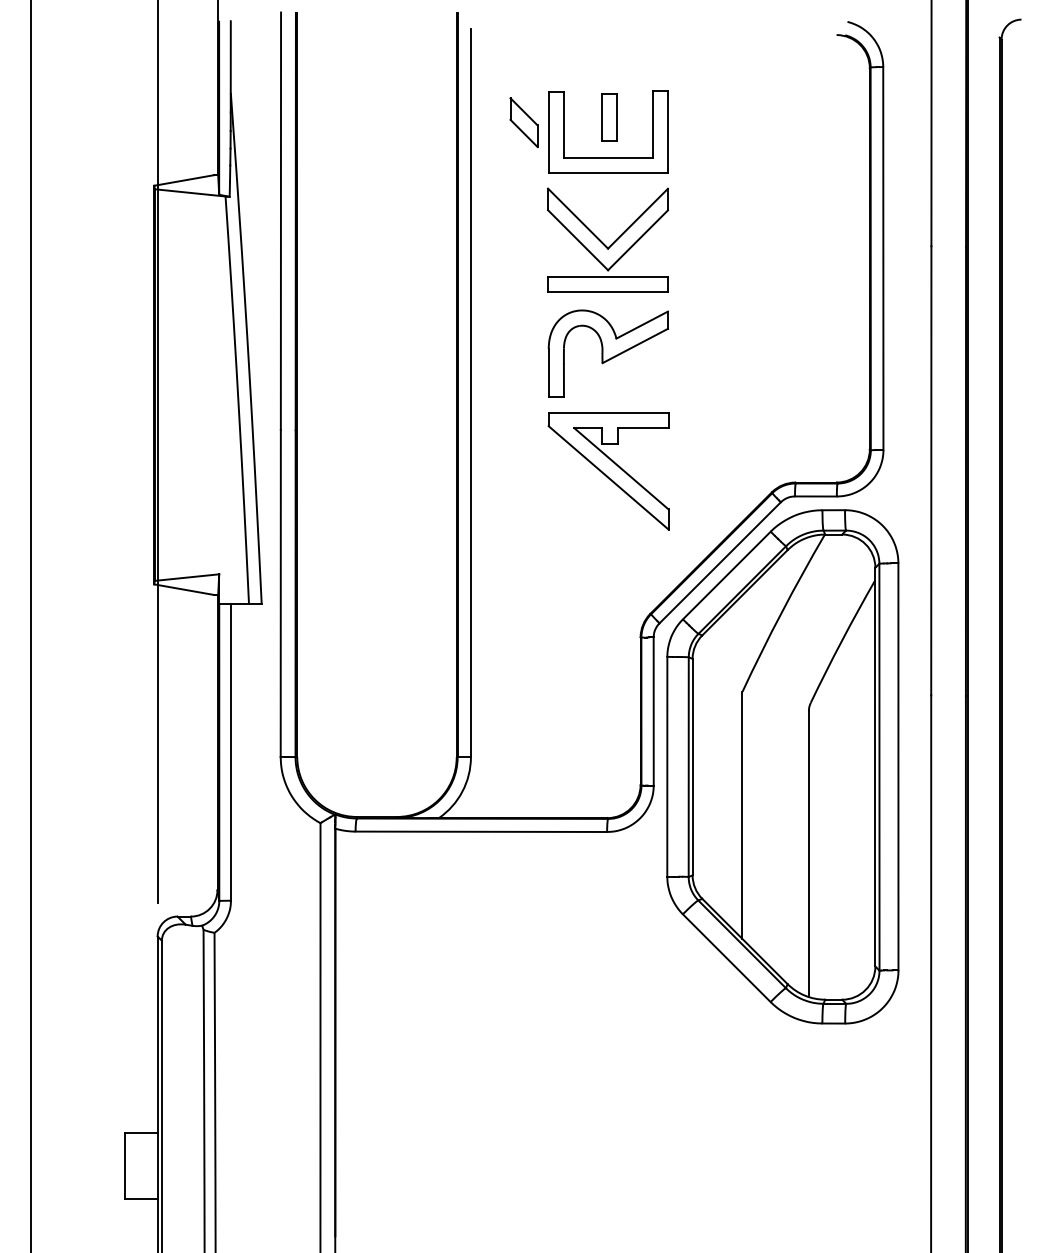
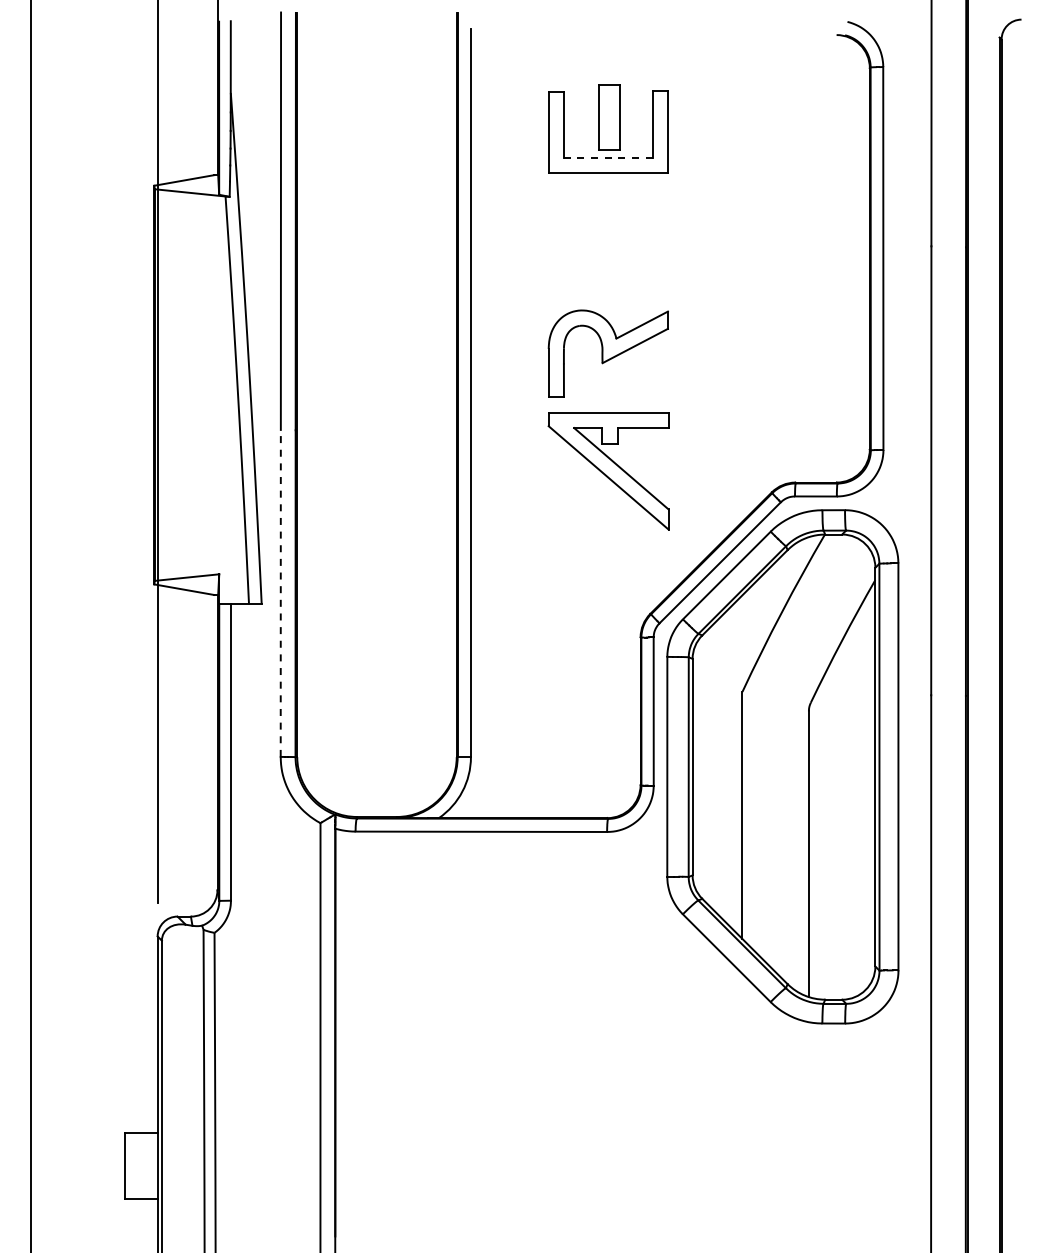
part at (609, 117) size: 17x49 px -> 23x67 px
part at (523, 122): present -> none
line at (607, 157): solid -> dashed
part at (607, 239): present -> none
line at (280, 592): solid -> dashed
